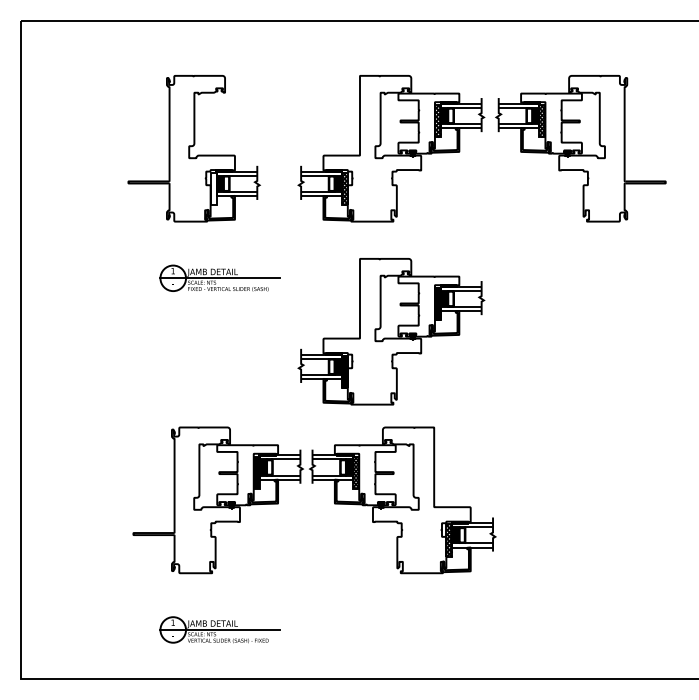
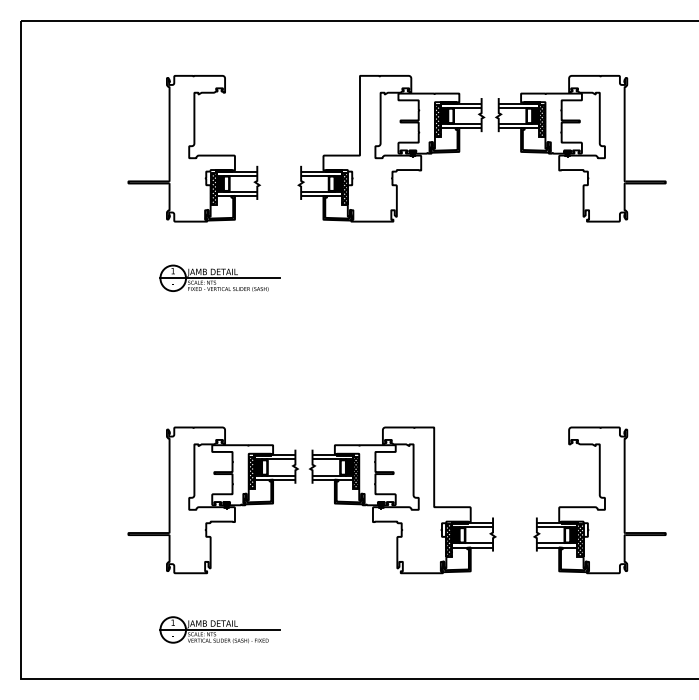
hatch at (213, 188): none -> present
part at (391, 331): present -> none
part at (217, 500) position: (217, 500) -> (212, 500)
part at (599, 500): none -> present
